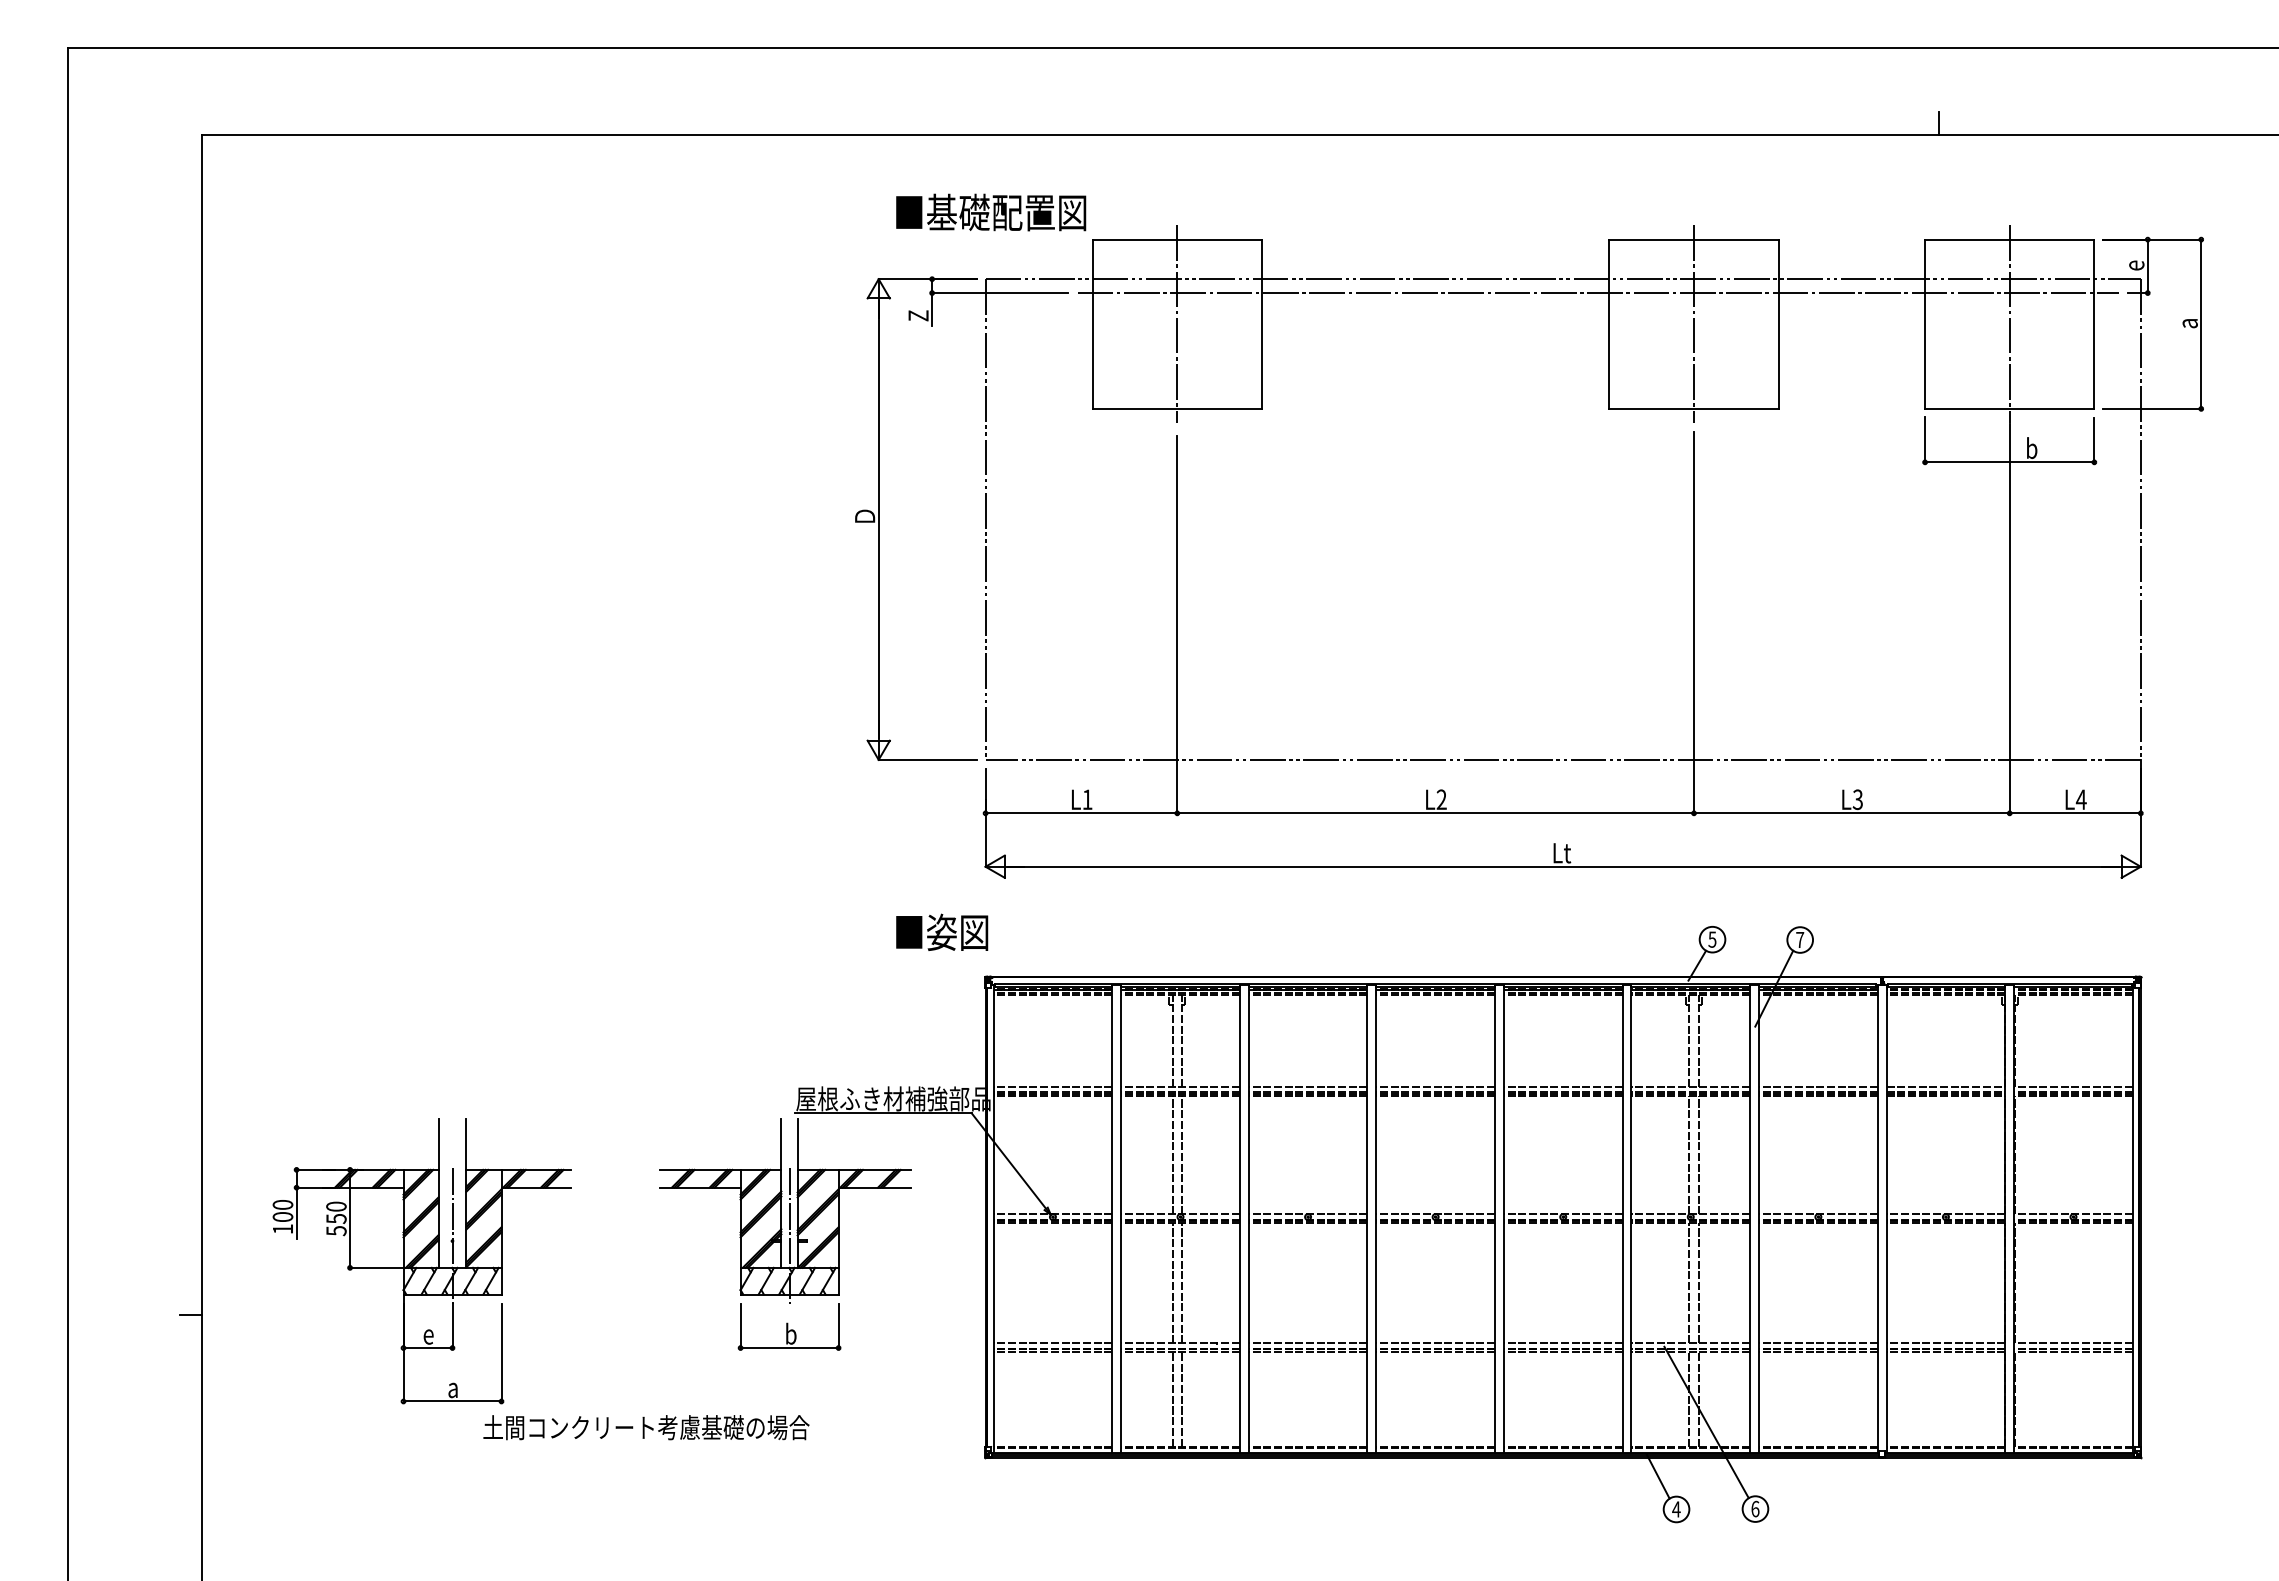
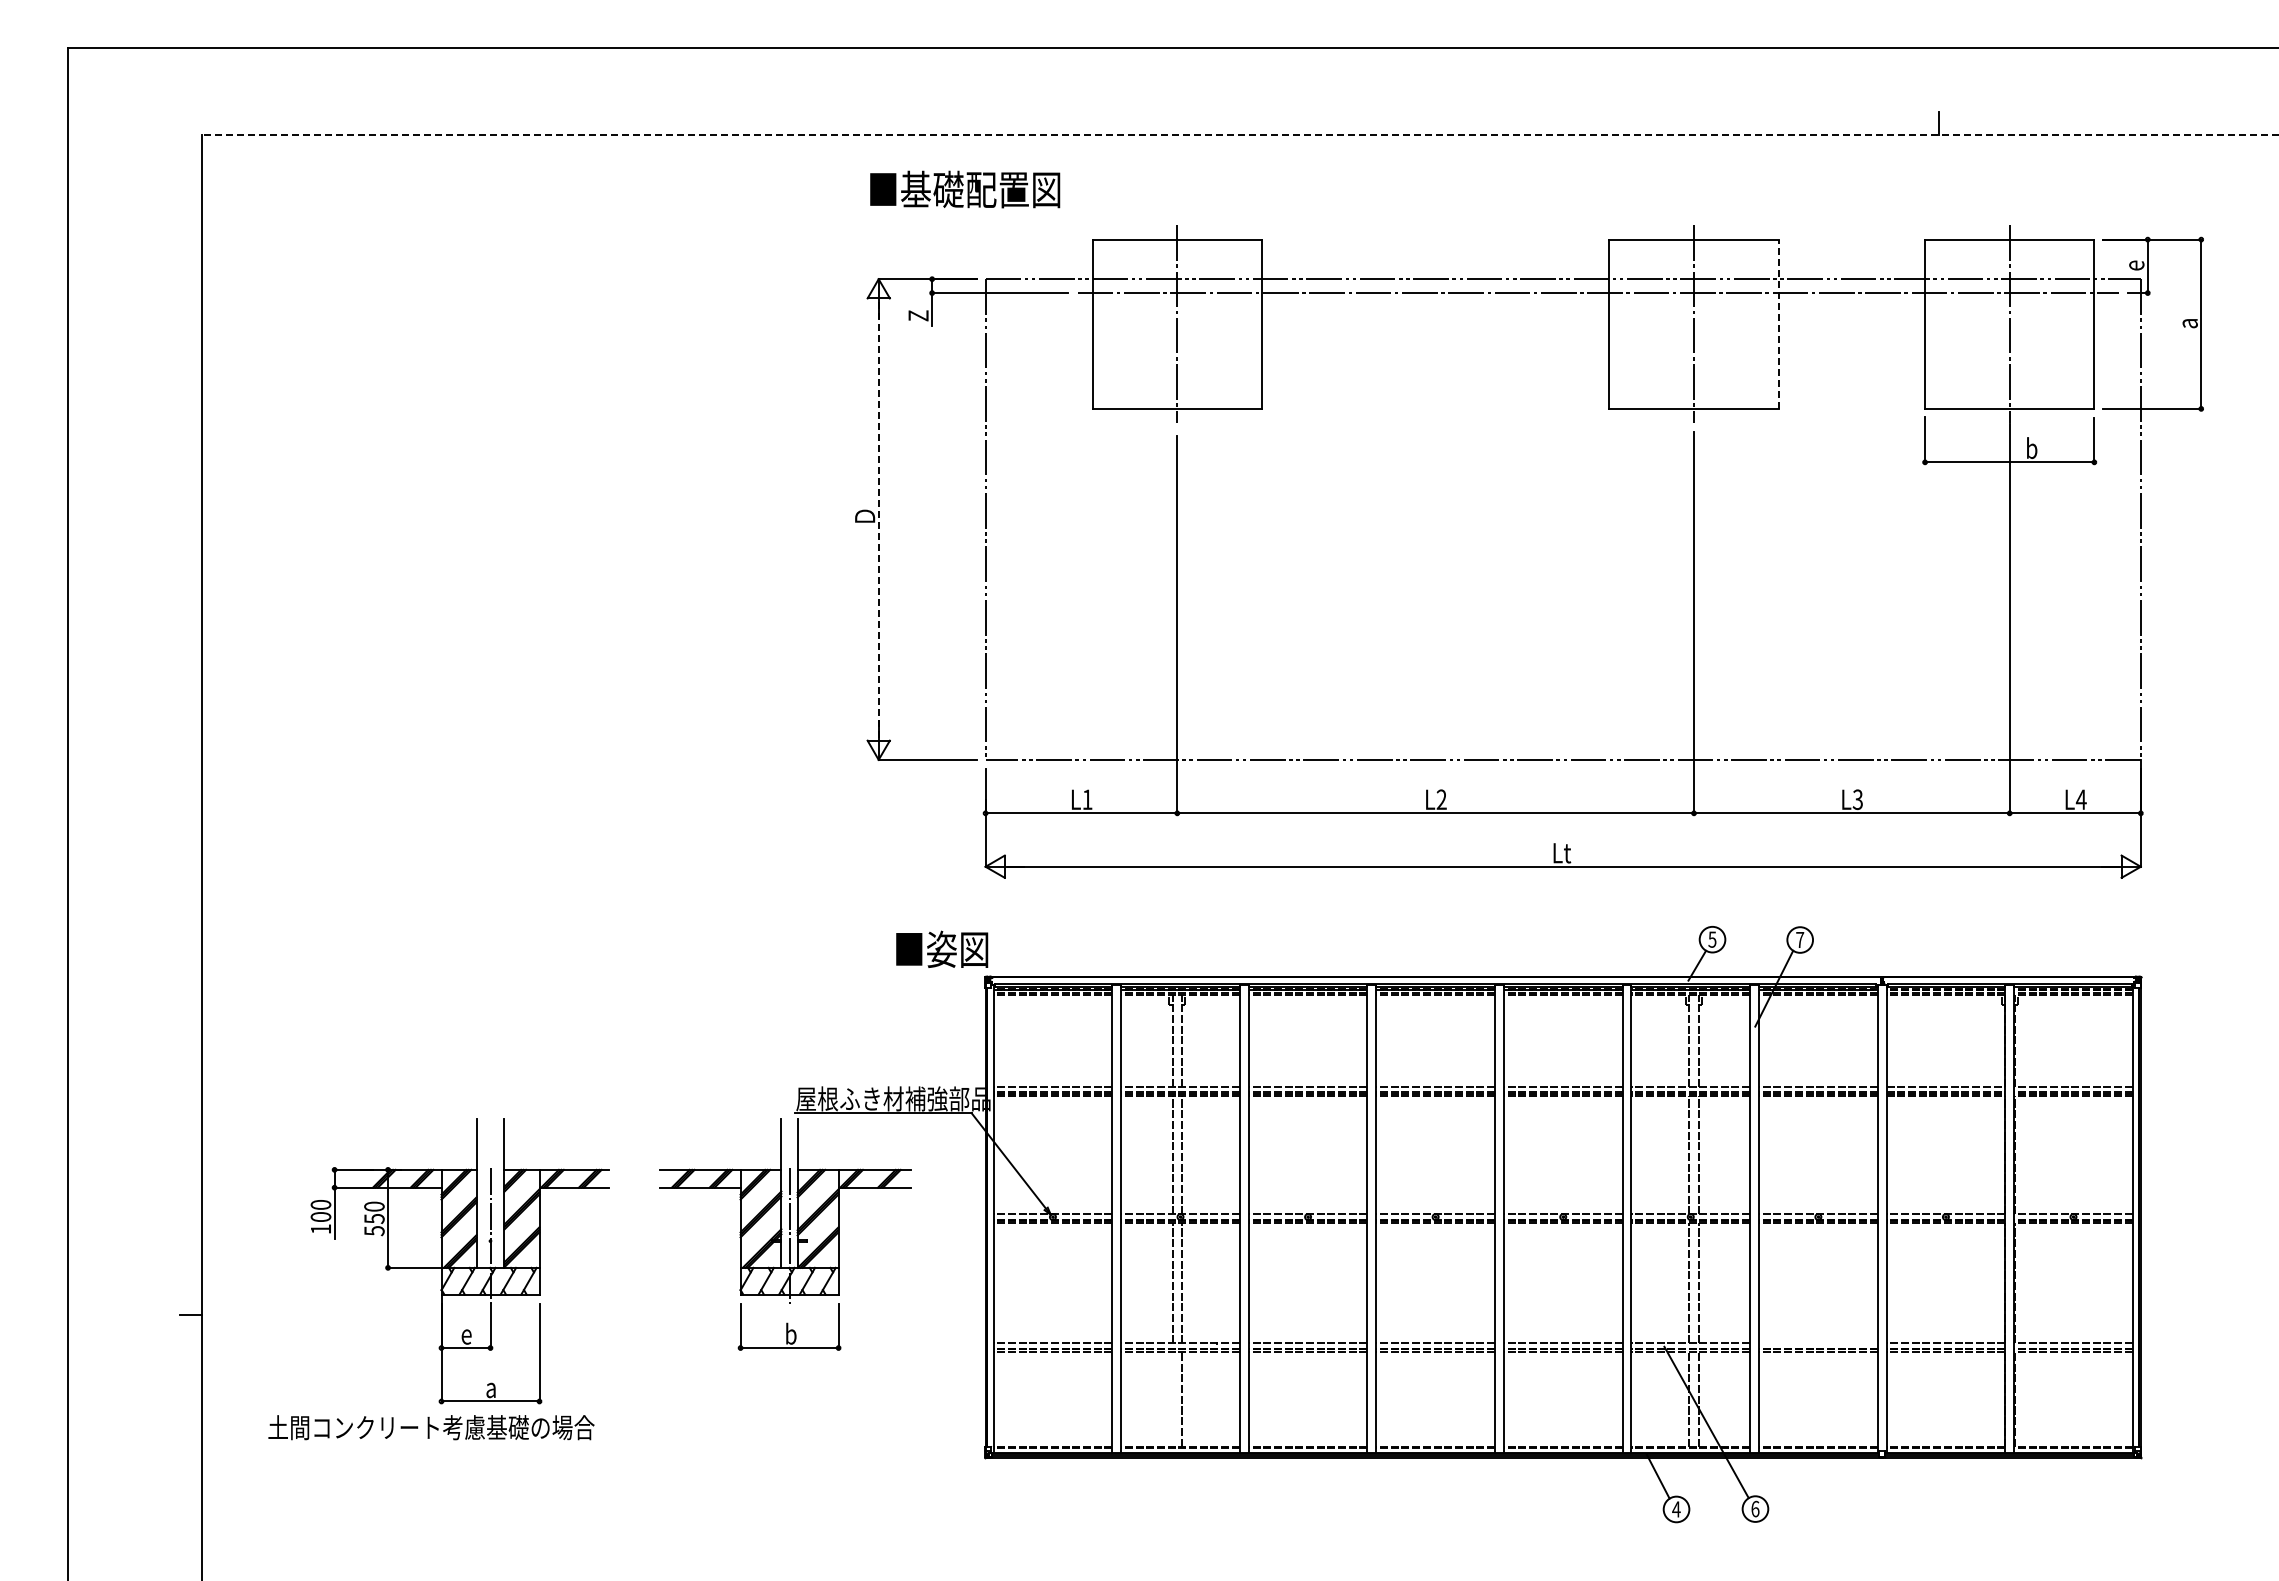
line at (1239, 134): solid -> dashed
text at (991, 212) position: (991, 212) -> (965, 189)
line at (1778, 324): solid -> dashed
line at (878, 519): solid -> dashed
text at (942, 931) position: (942, 931) -> (942, 948)
part at (421, 1261) position: (421, 1261) -> (459, 1261)
line at (1818, 1343): present -> none
line at (1172, 1398): present -> none
text at (646, 1427) position: (646, 1427) -> (431, 1427)
